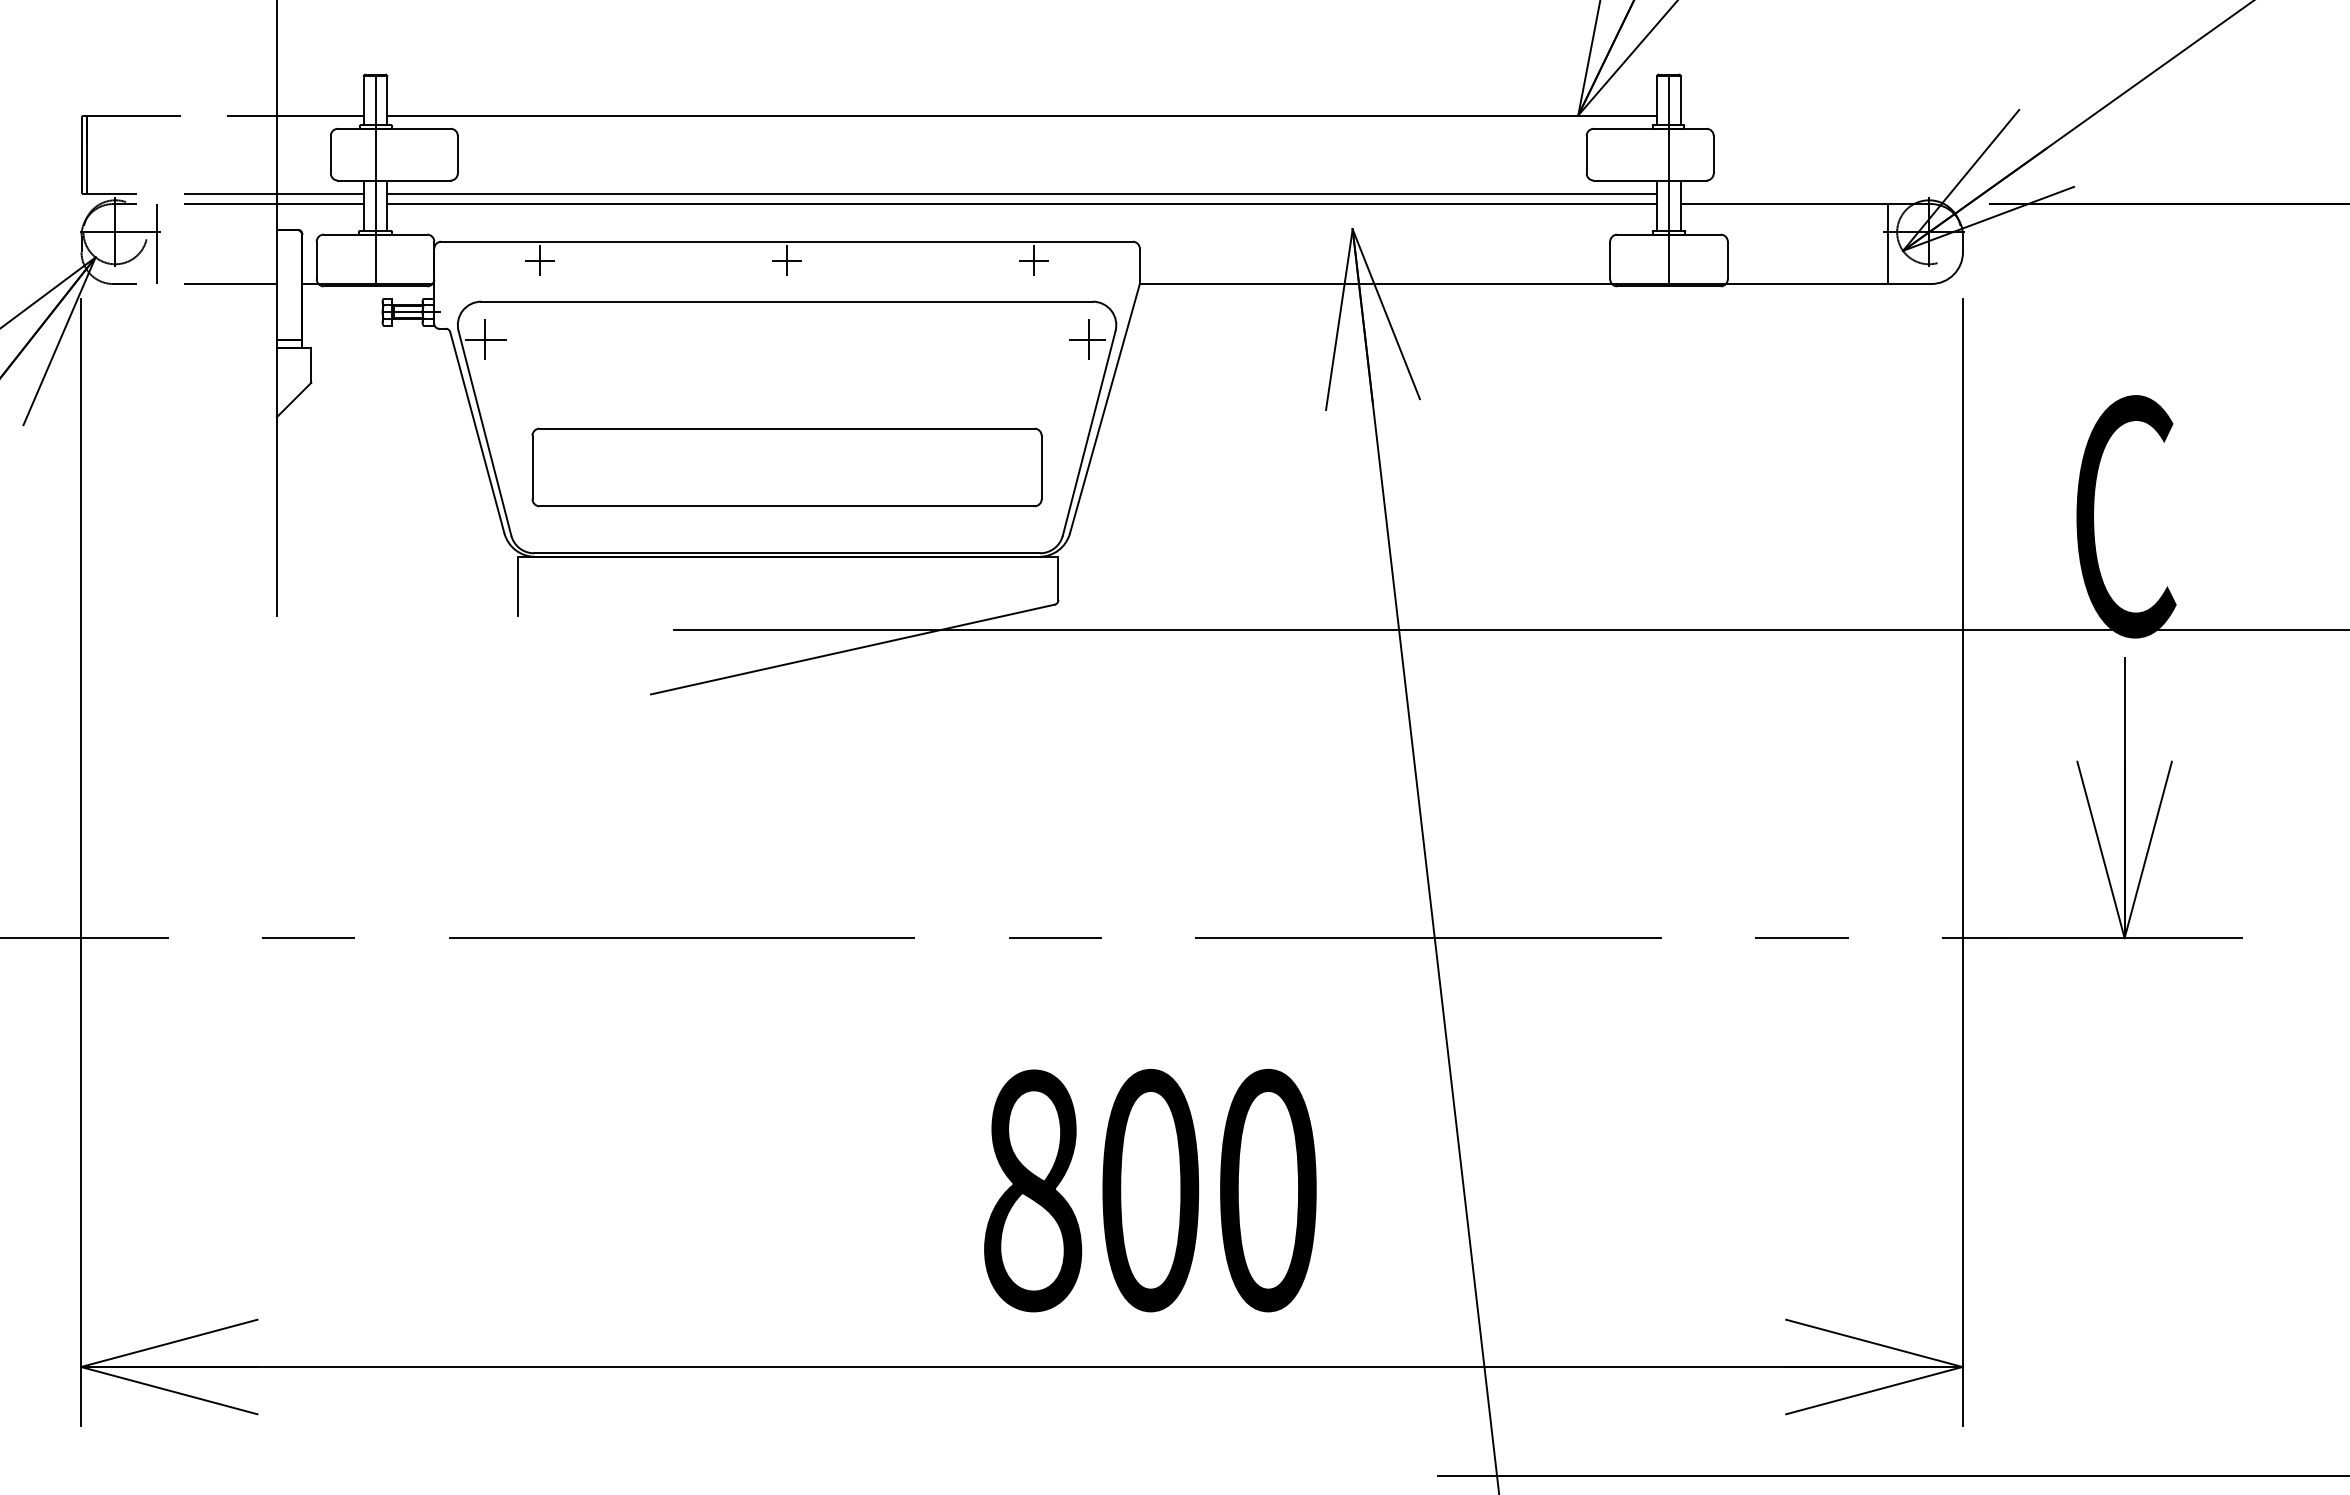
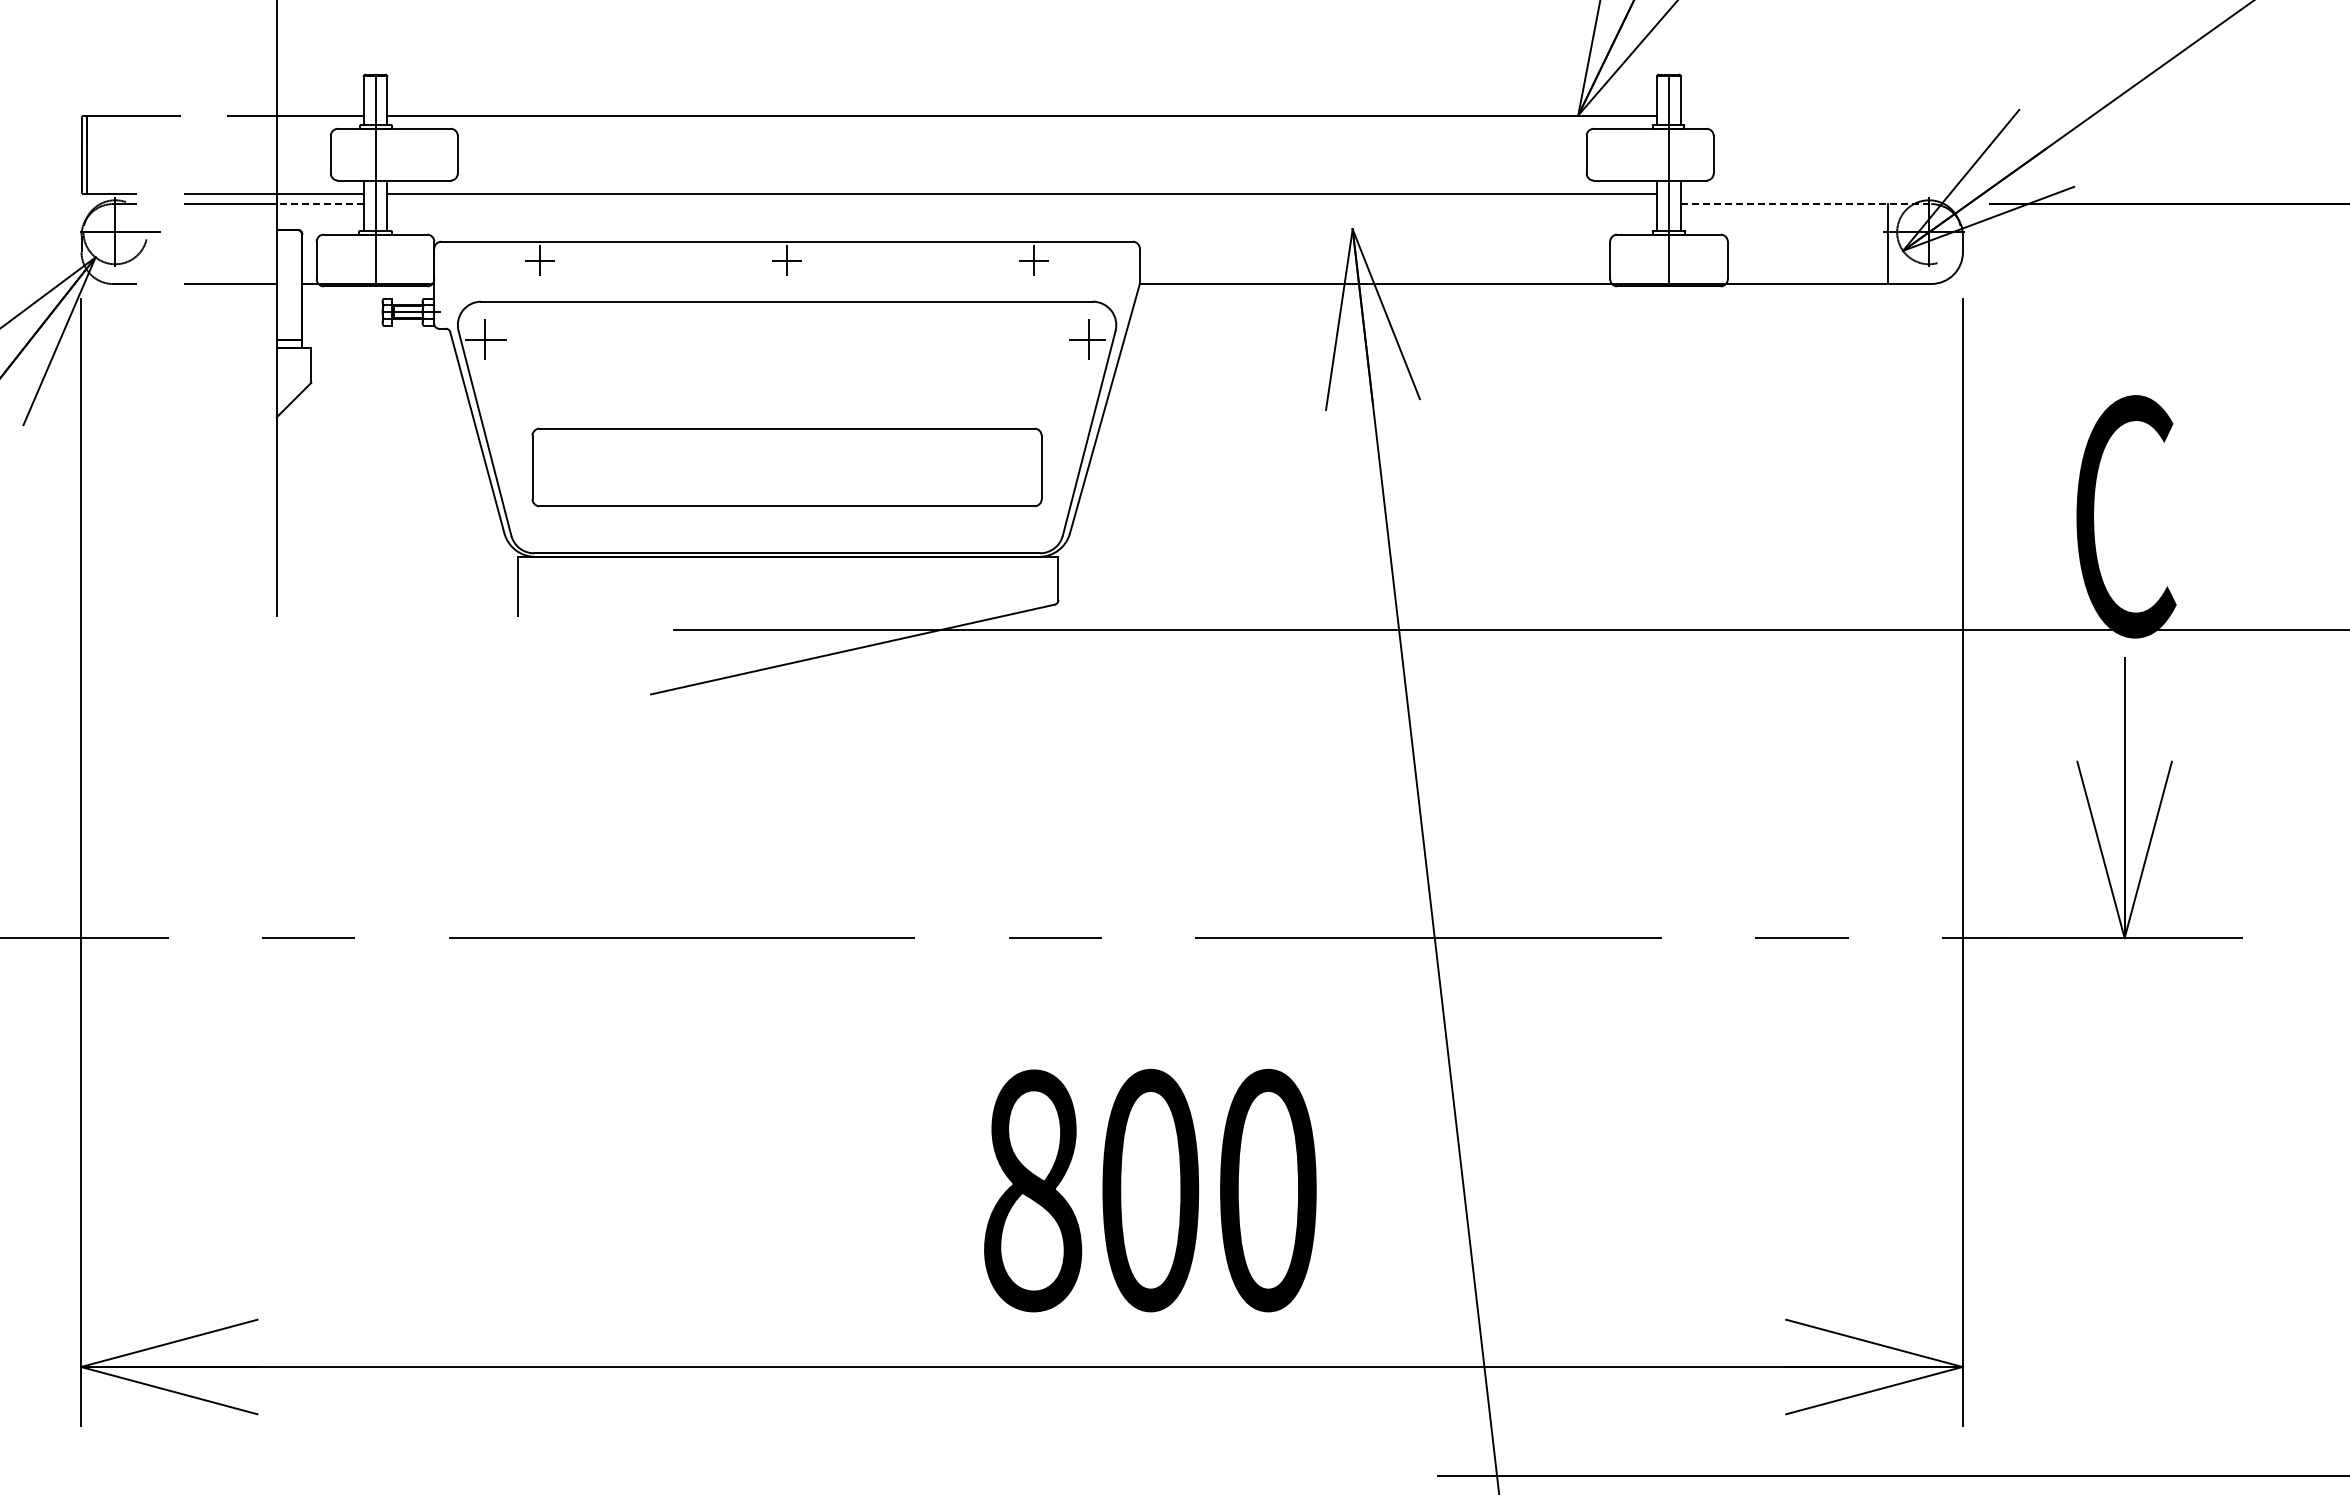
line at (320, 204): solid -> dashed
line at (1022, 204): present -> none
line at (1806, 204): solid -> dashed
line at (156, 244): present -> none
